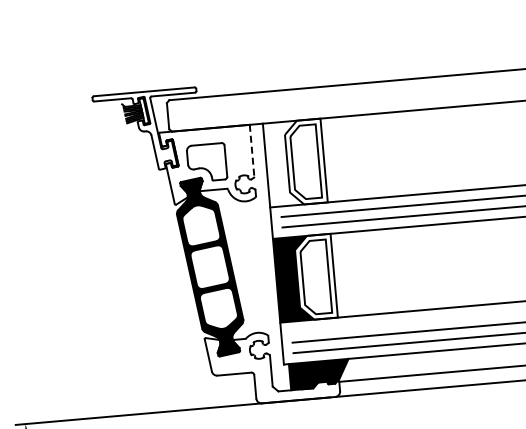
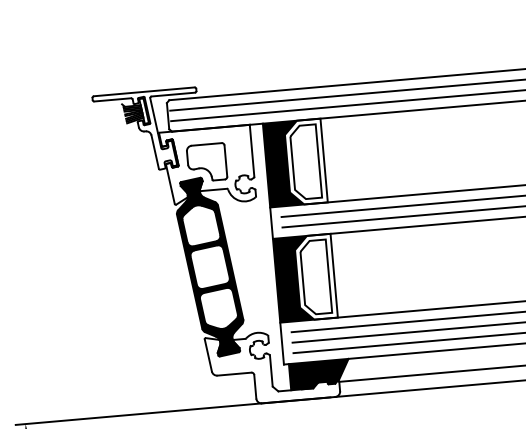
line at (346, 94): none -> present
line at (346, 105): none -> present
line at (252, 151): dashed -> solid
fill at (283, 163): none -> present
line at (406, 321): none -> present
